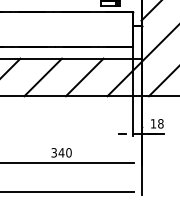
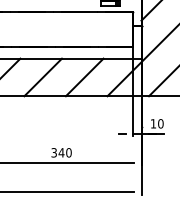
text at (160, 123): 18 -> 10
